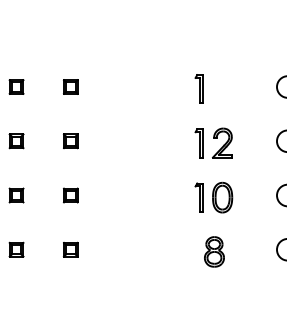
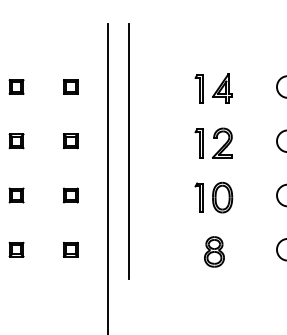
part at (222, 88): none -> present
line at (129, 151): none -> present
line at (107, 177): none -> present
